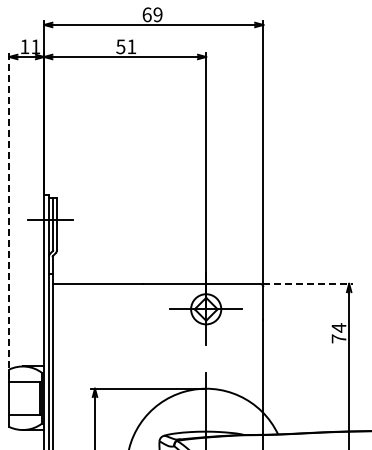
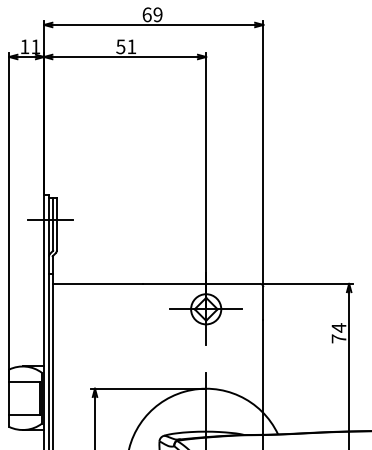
line at (9, 215): dashed -> solid
line at (308, 283): dashed -> solid
